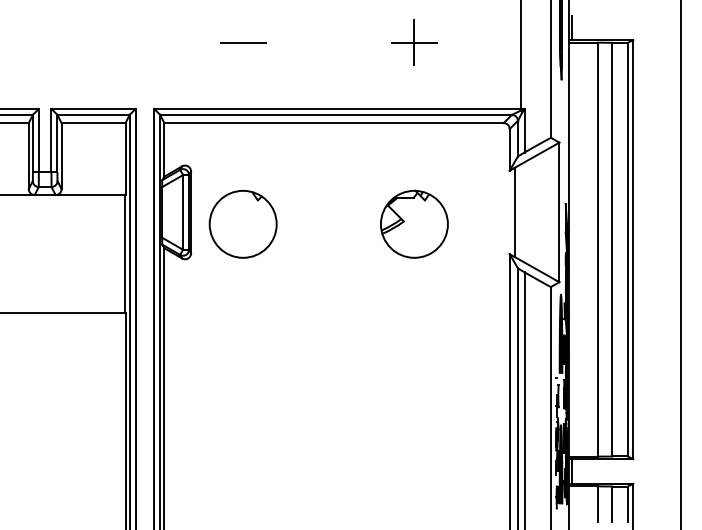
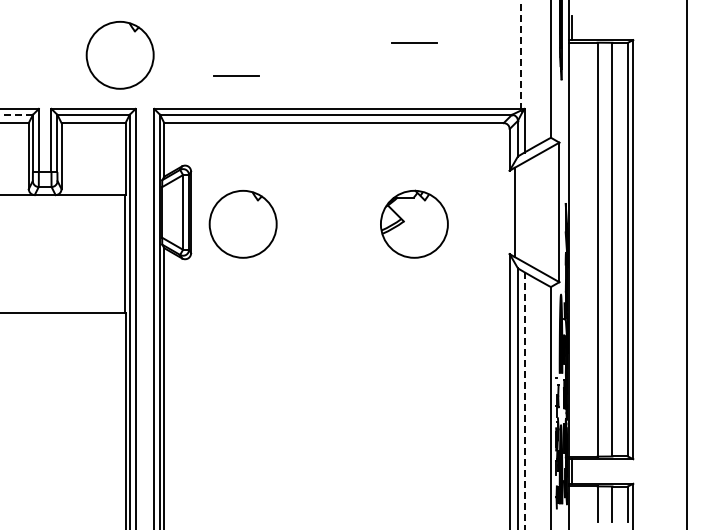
line at (243, 42) position: (243, 42) -> (236, 75)
line at (414, 42): present -> none
part at (119, 55): none -> present
line at (521, 55): solid -> dashed
line at (16, 114): solid -> dashed
line at (680, 264) position: (680, 264) -> (686, 264)
line at (524, 400): solid -> dashed
